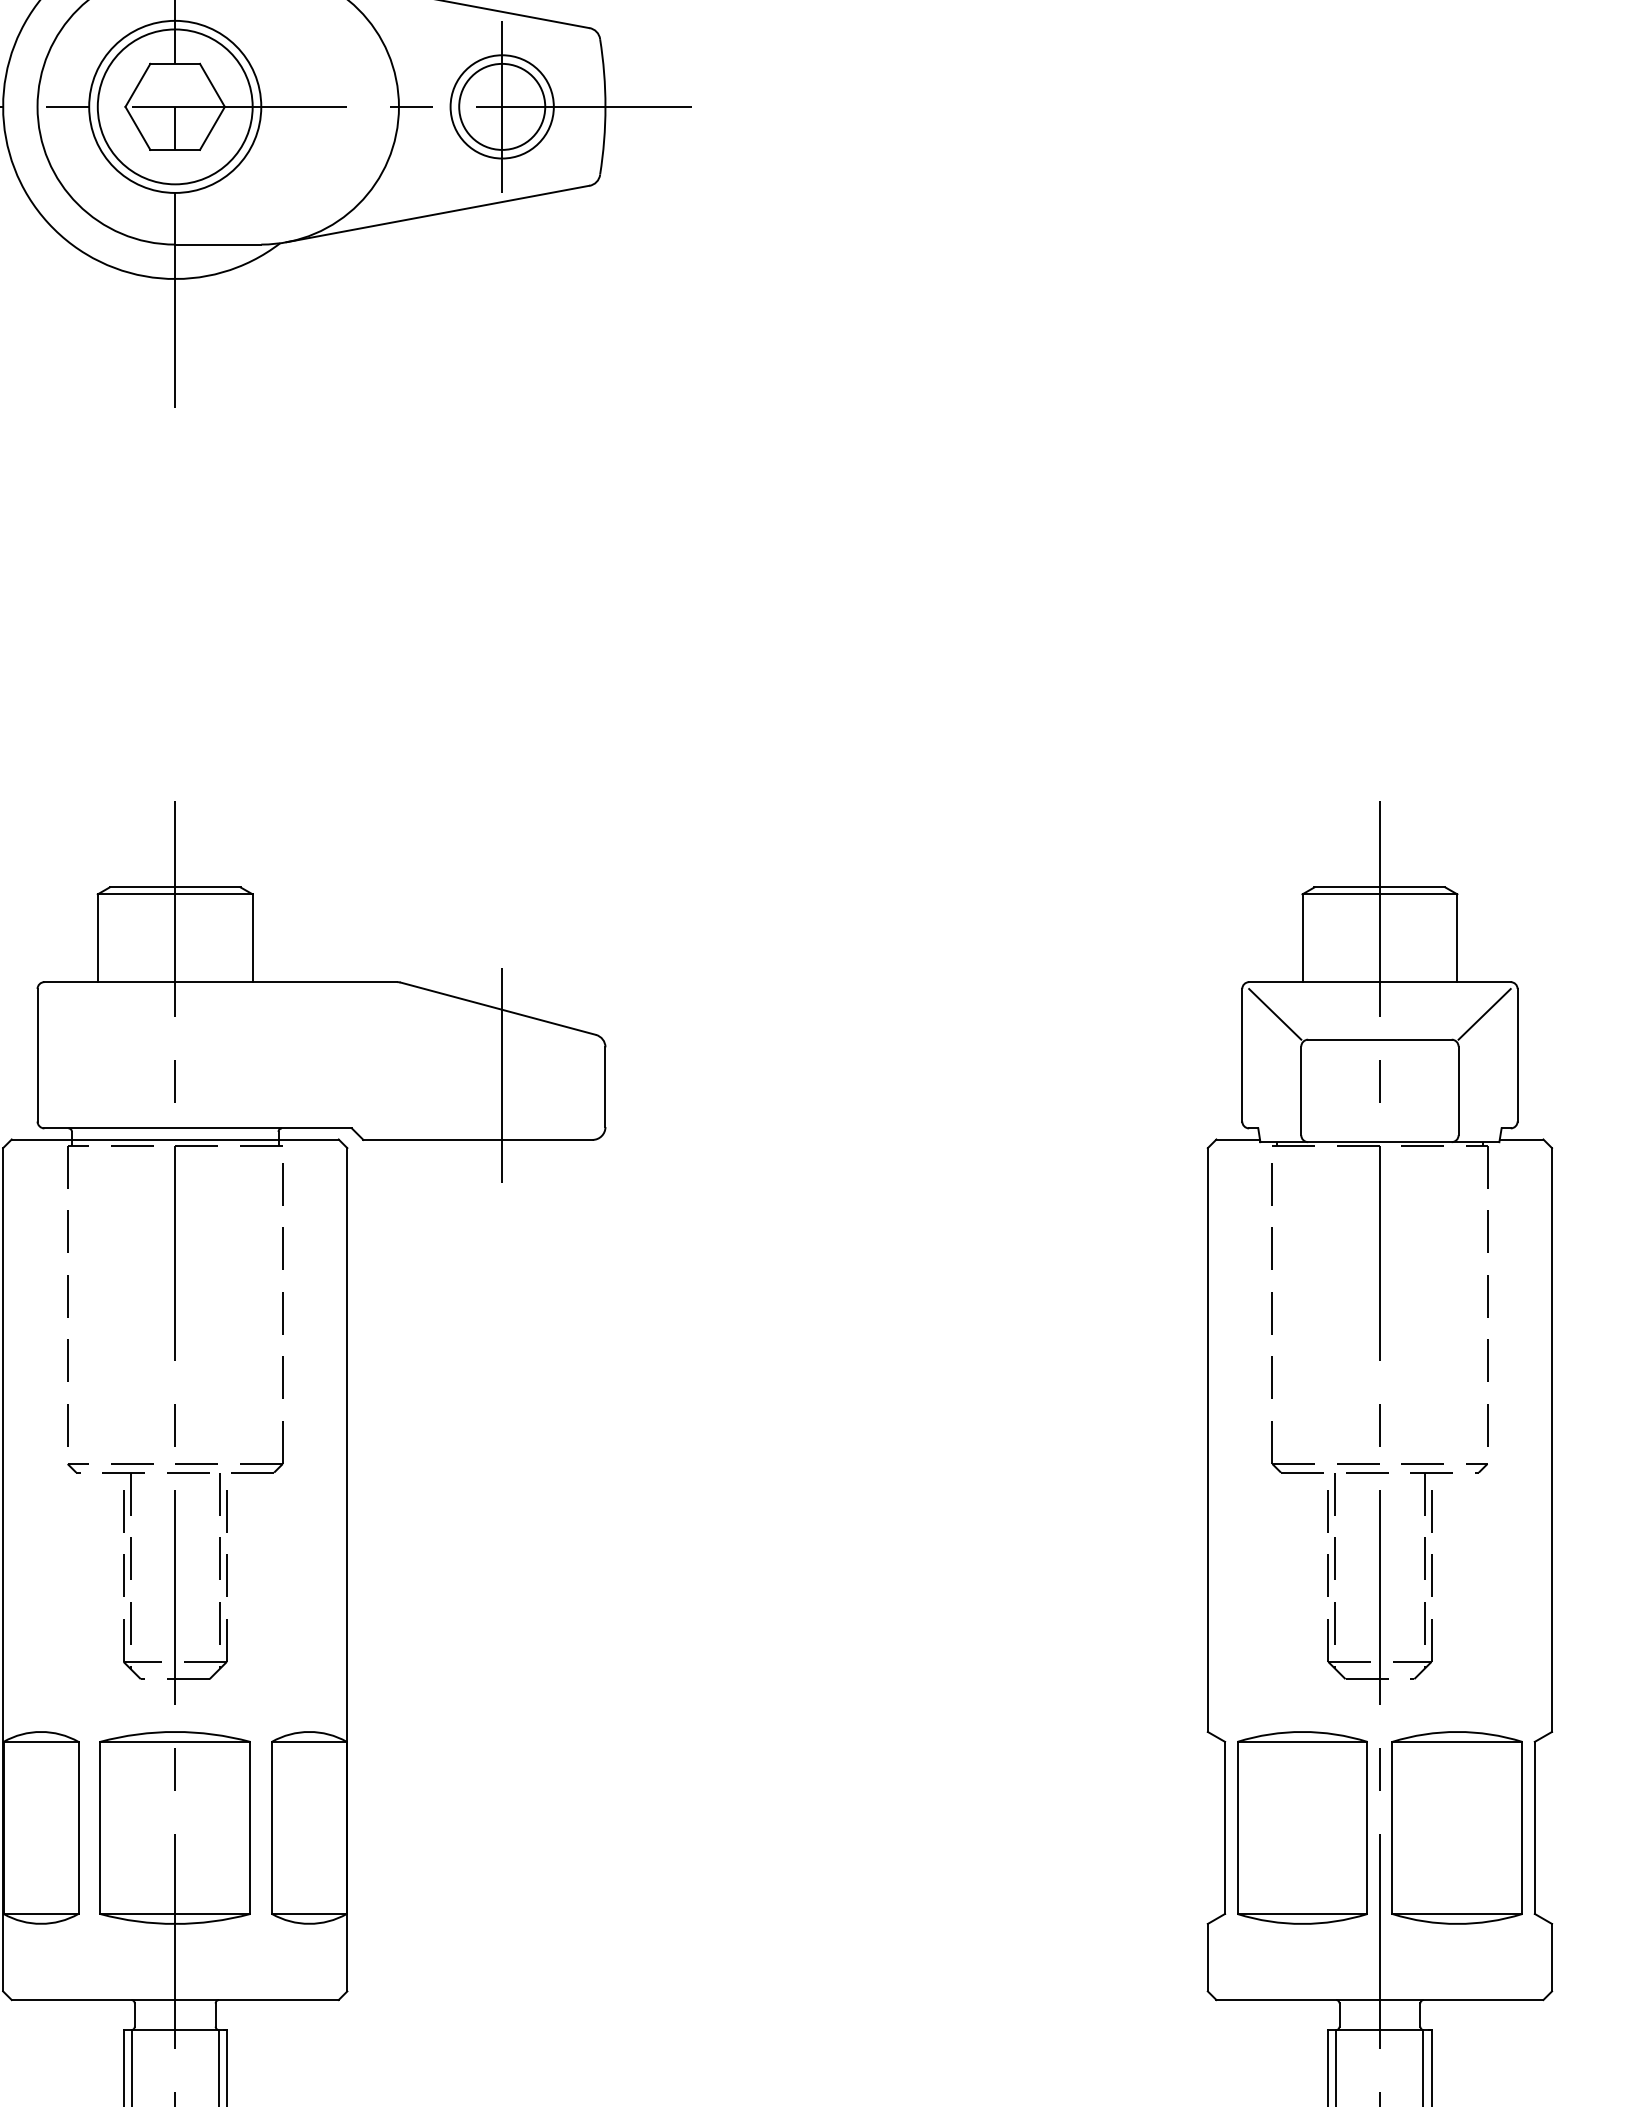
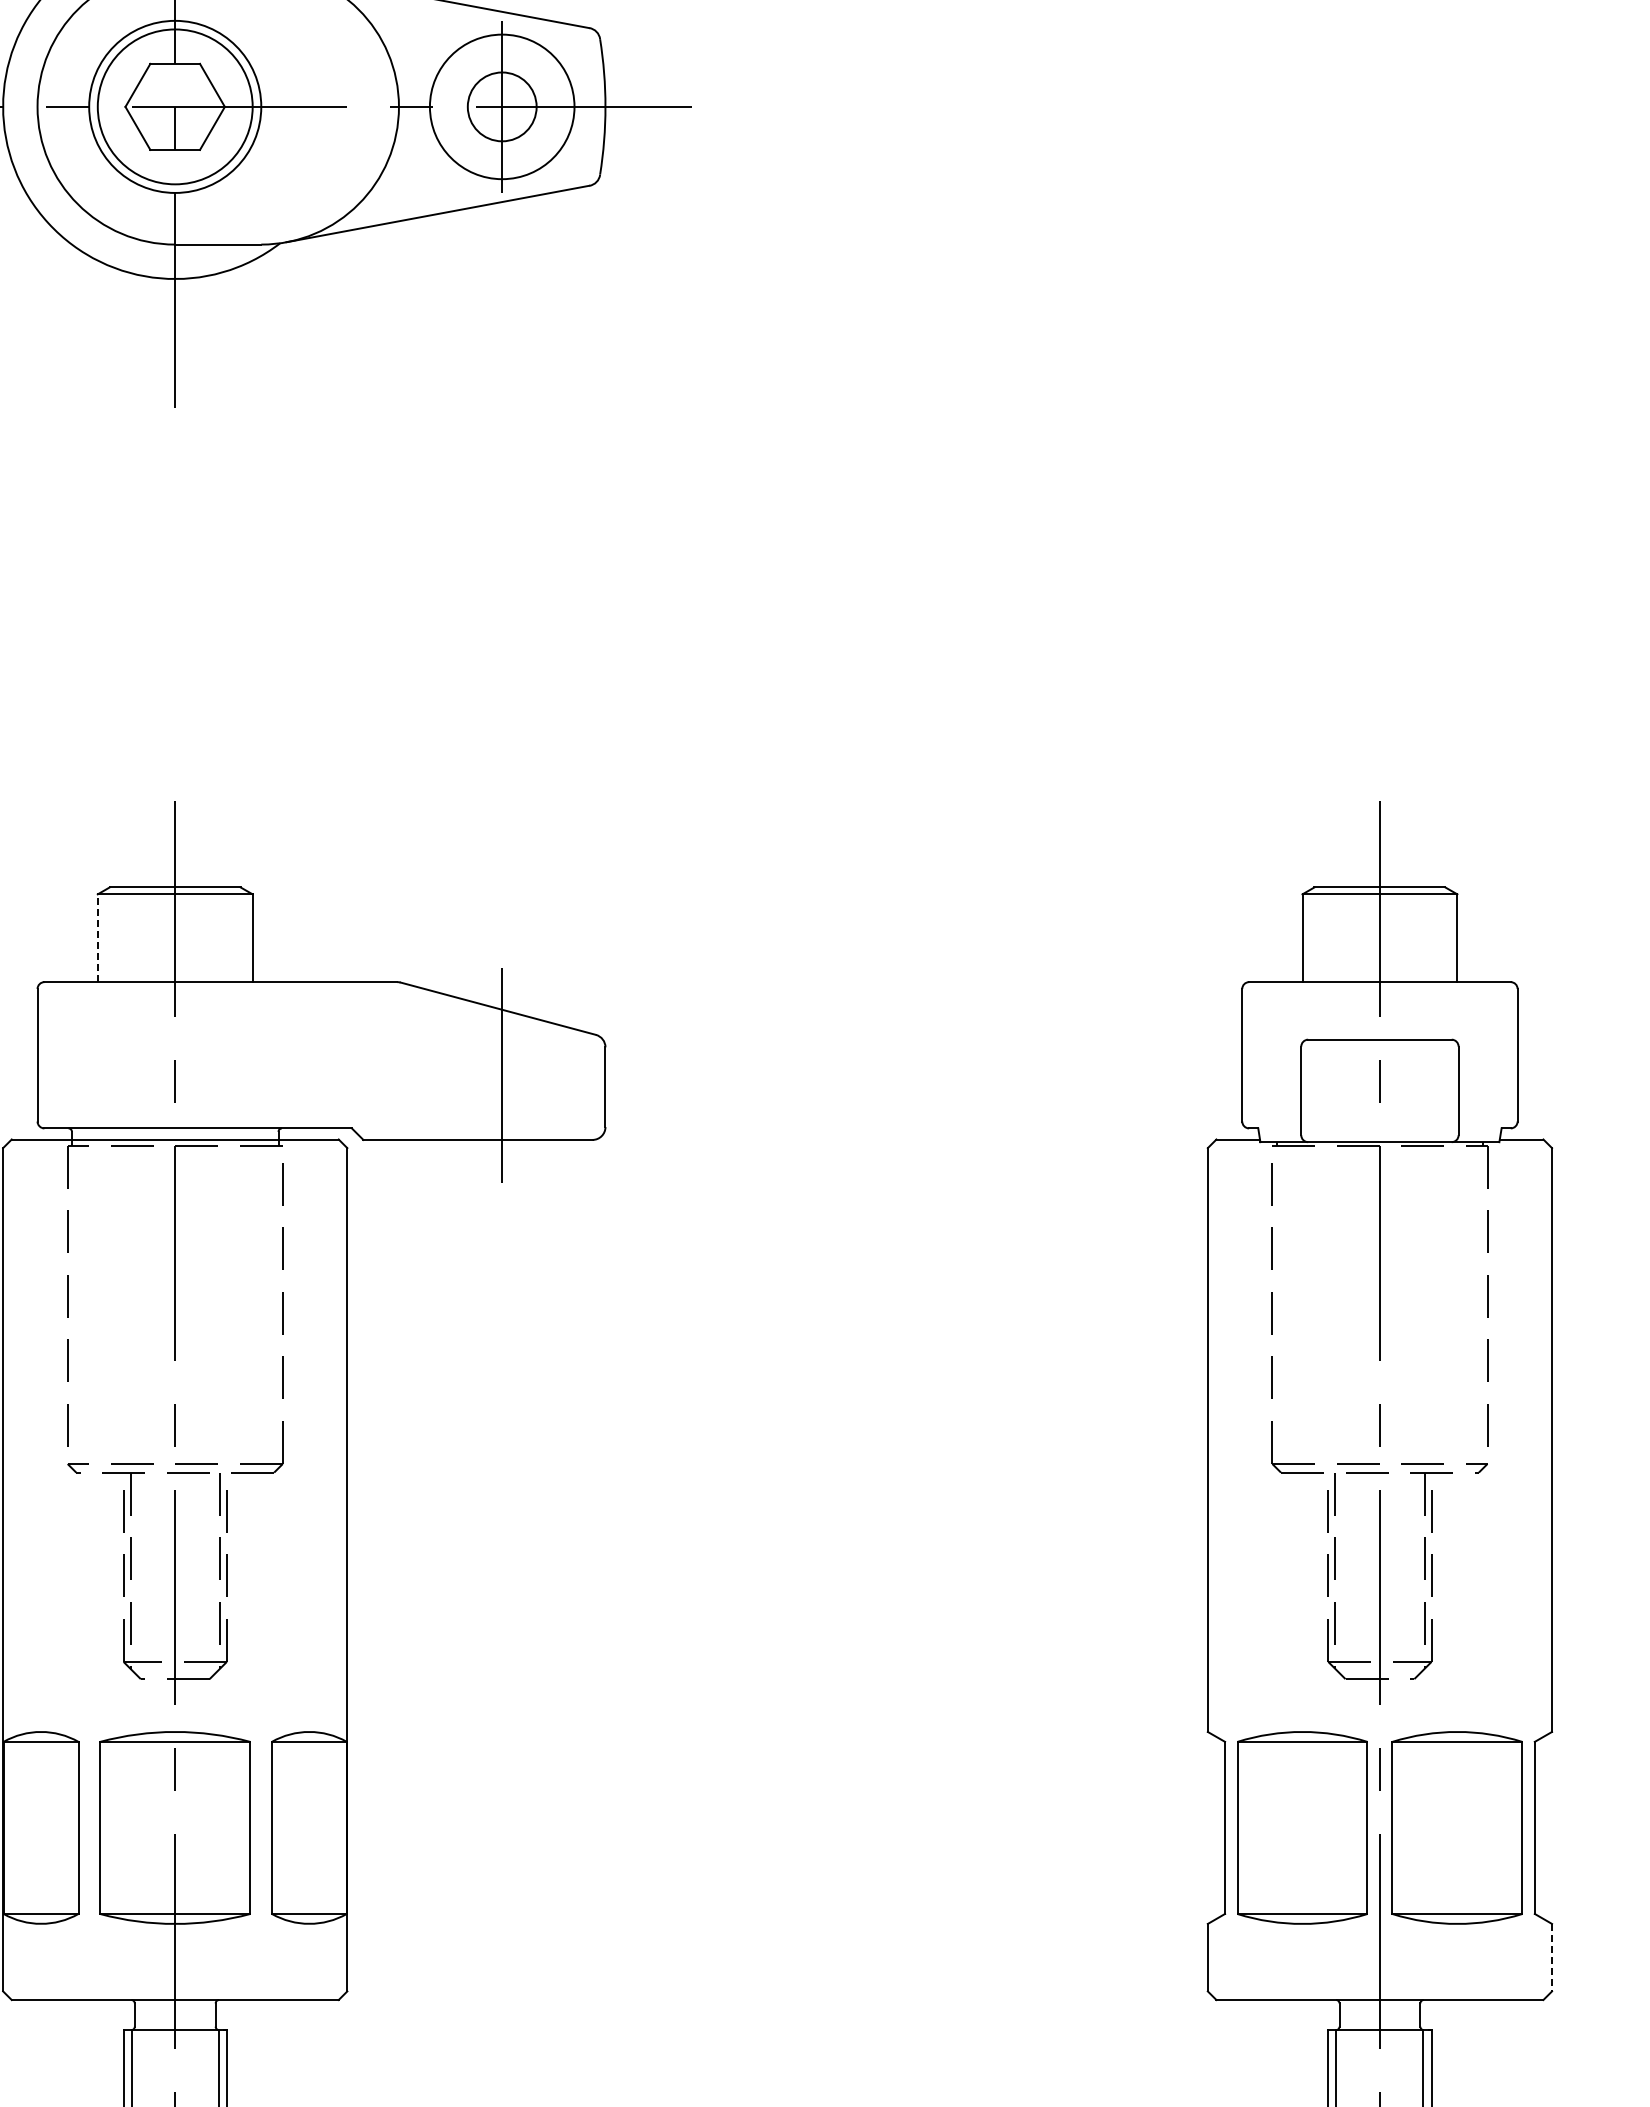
circle at (501, 106) diameter: 103 px -> 145 px
circle at (502, 106) diameter: 86 px -> 69 px
line at (97, 938): solid -> dashed
line at (1275, 1014): present -> none
line at (1484, 1014): present -> none
line at (1552, 1957): solid -> dashed
